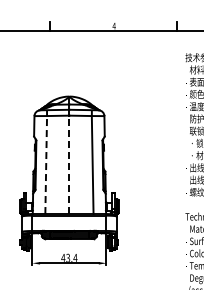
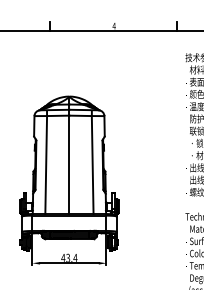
line at (46, 164): dashed -> solid
line at (69, 164): dashed -> solid
